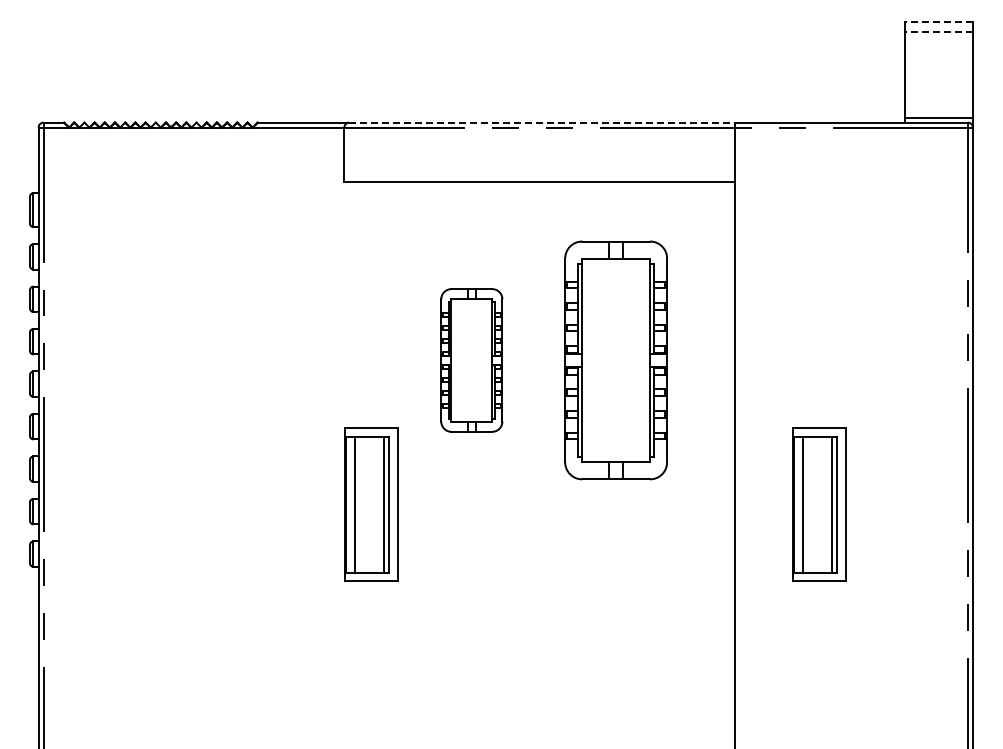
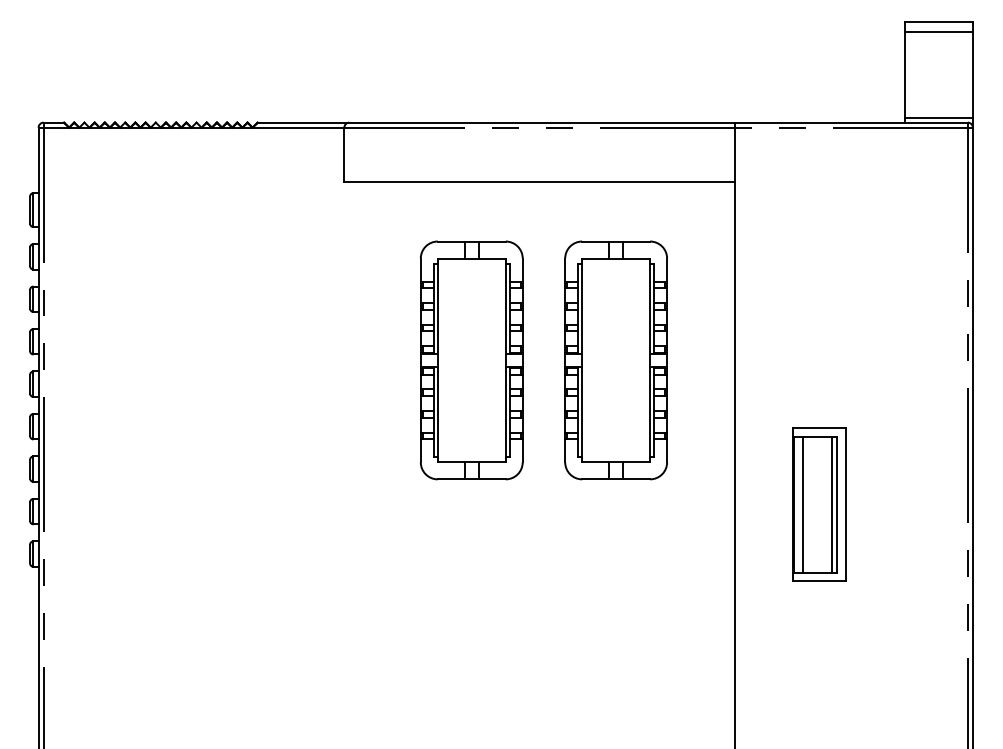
line at (938, 22): dashed -> solid
line at (938, 31): dashed -> solid
line at (542, 122): dashed -> solid
part at (471, 360) size: 64x145 px -> 104x241 px
part at (371, 504): present -> none
